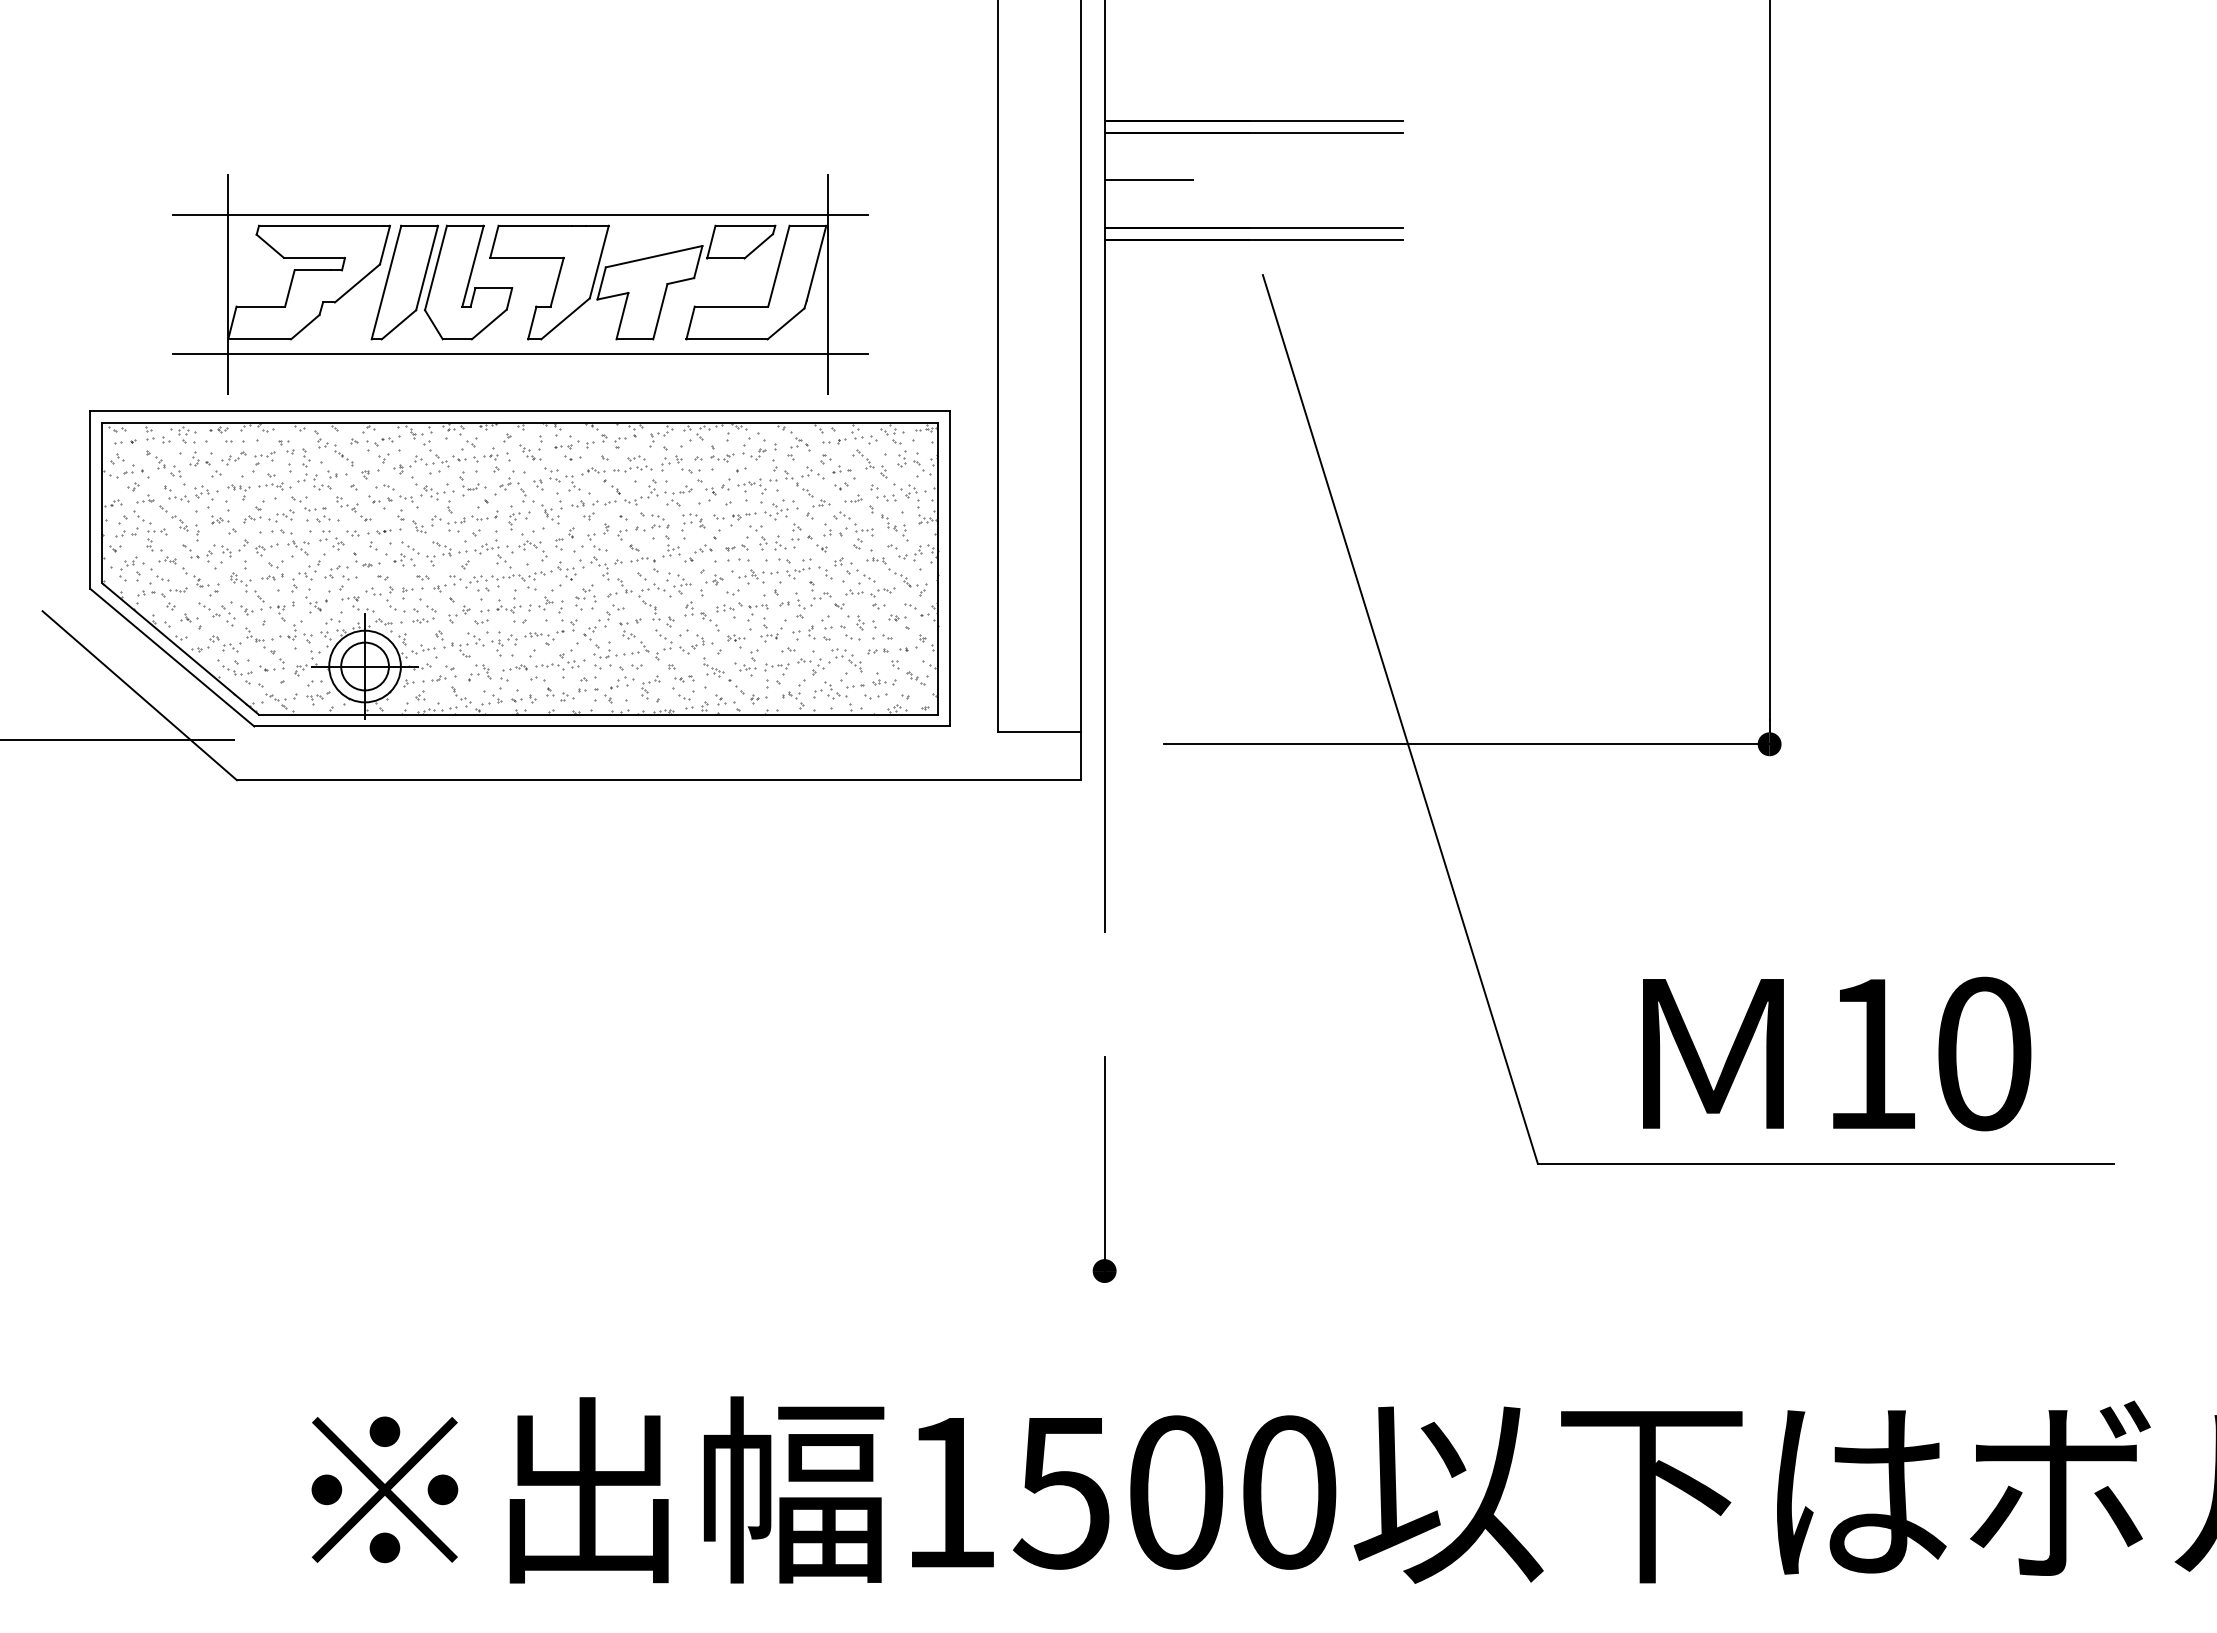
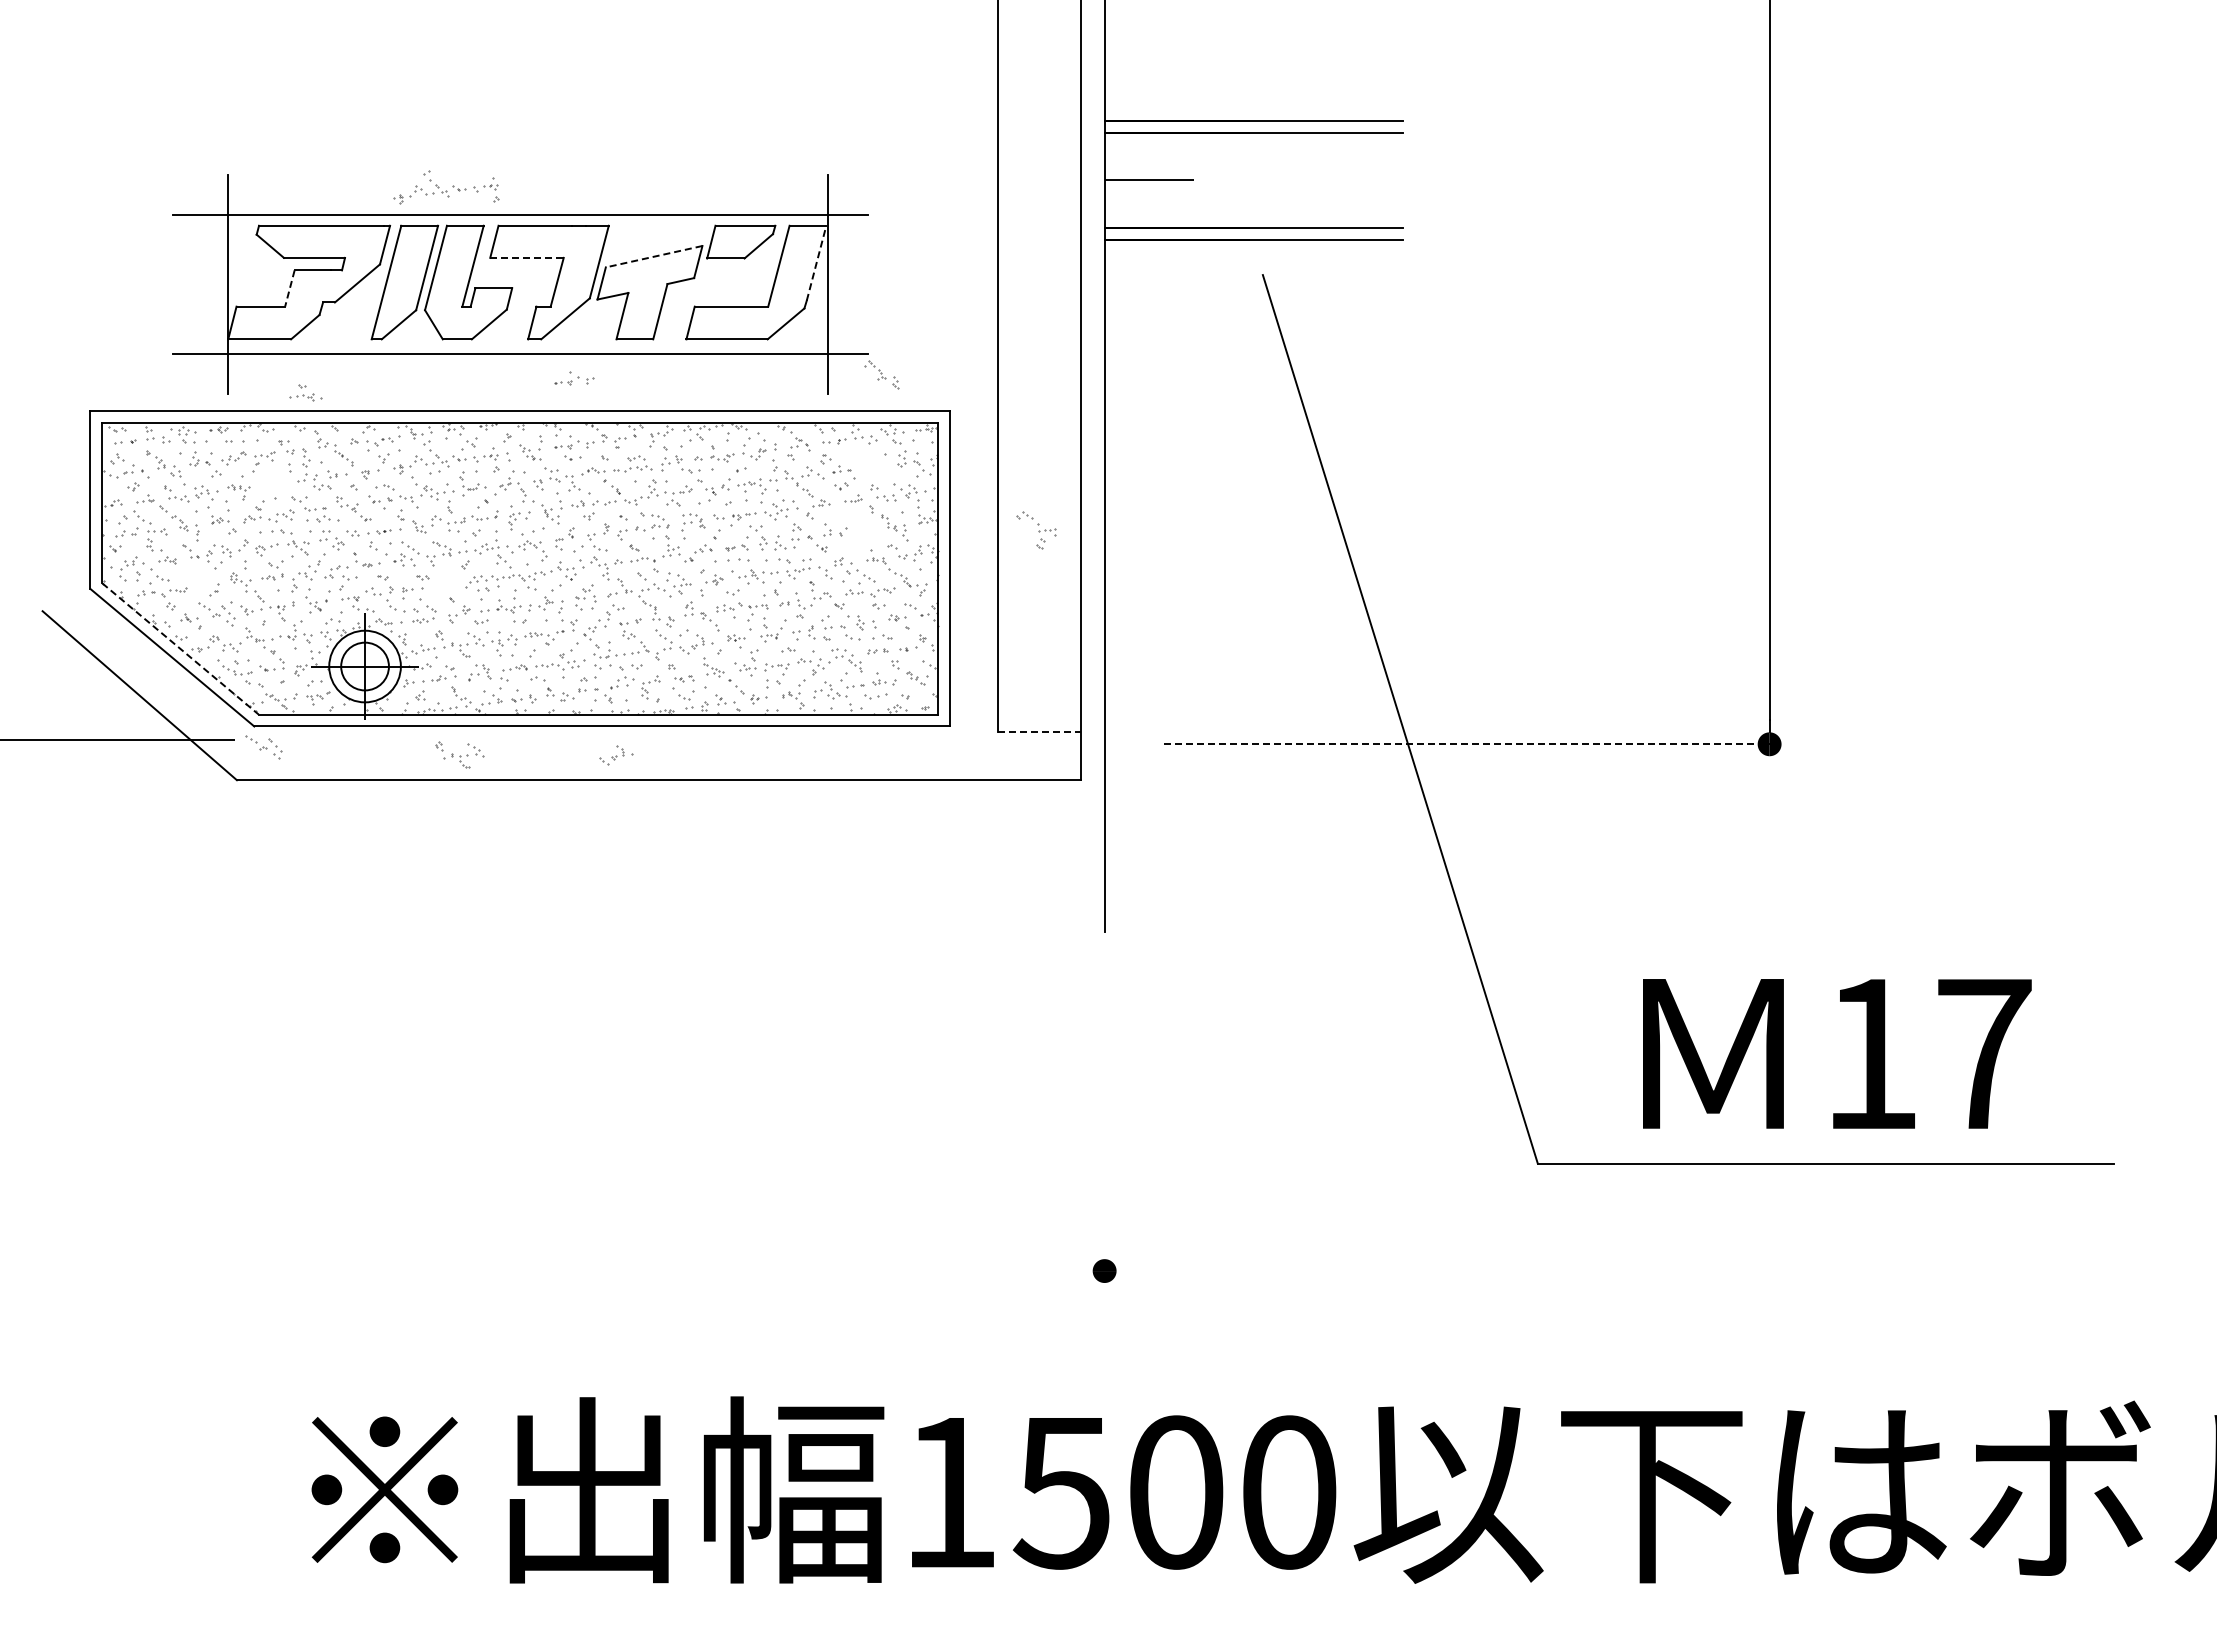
part at (446, 187): none -> present
line at (653, 256): solid -> dashed
line at (527, 257): solid -> dashed
line at (816, 263): solid -> dashed
line at (289, 288): solid -> dashed
part at (574, 378): none -> present
part at (869, 463) position: (869, 463) -> (881, 374)
part at (274, 481) position: (274, 481) -> (305, 392)
part at (853, 530) position: (853, 530) -> (1036, 530)
part at (195, 577): present -> none
part at (447, 583): present -> none
line at (180, 649): solid -> dashed
line at (1039, 732): solid -> dashed
line at (1466, 744): solid -> dashed
part at (263, 747): none -> present
part at (459, 754): none -> present
part at (616, 755): none -> present
text at (1984, 1053): 10 -> 17
line at (1104, 1164): present -> none
